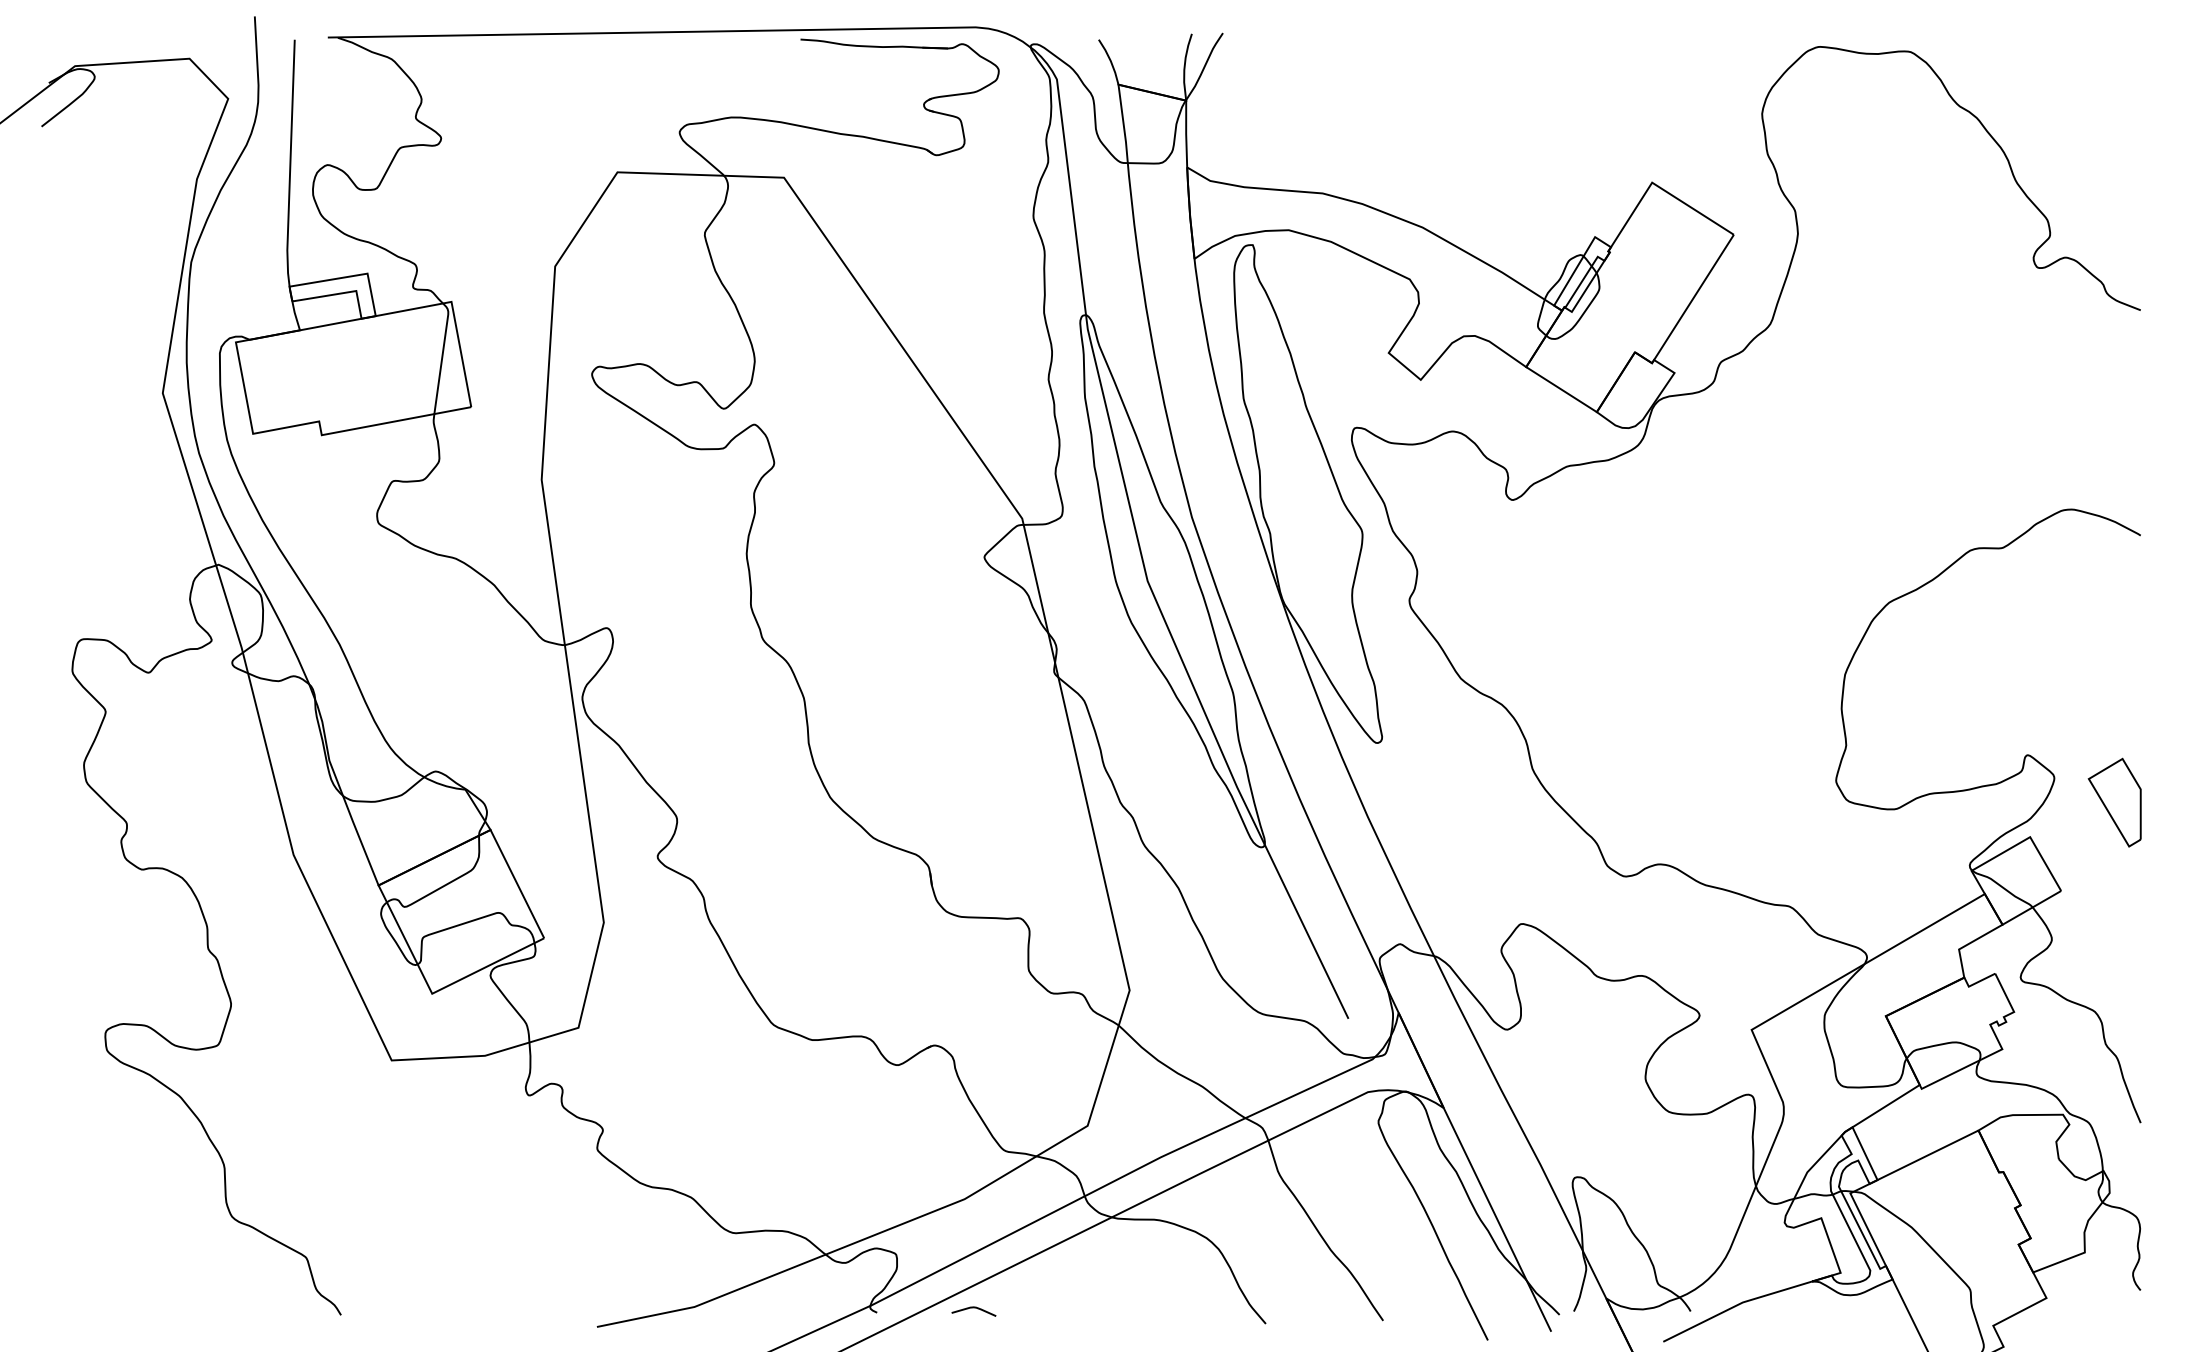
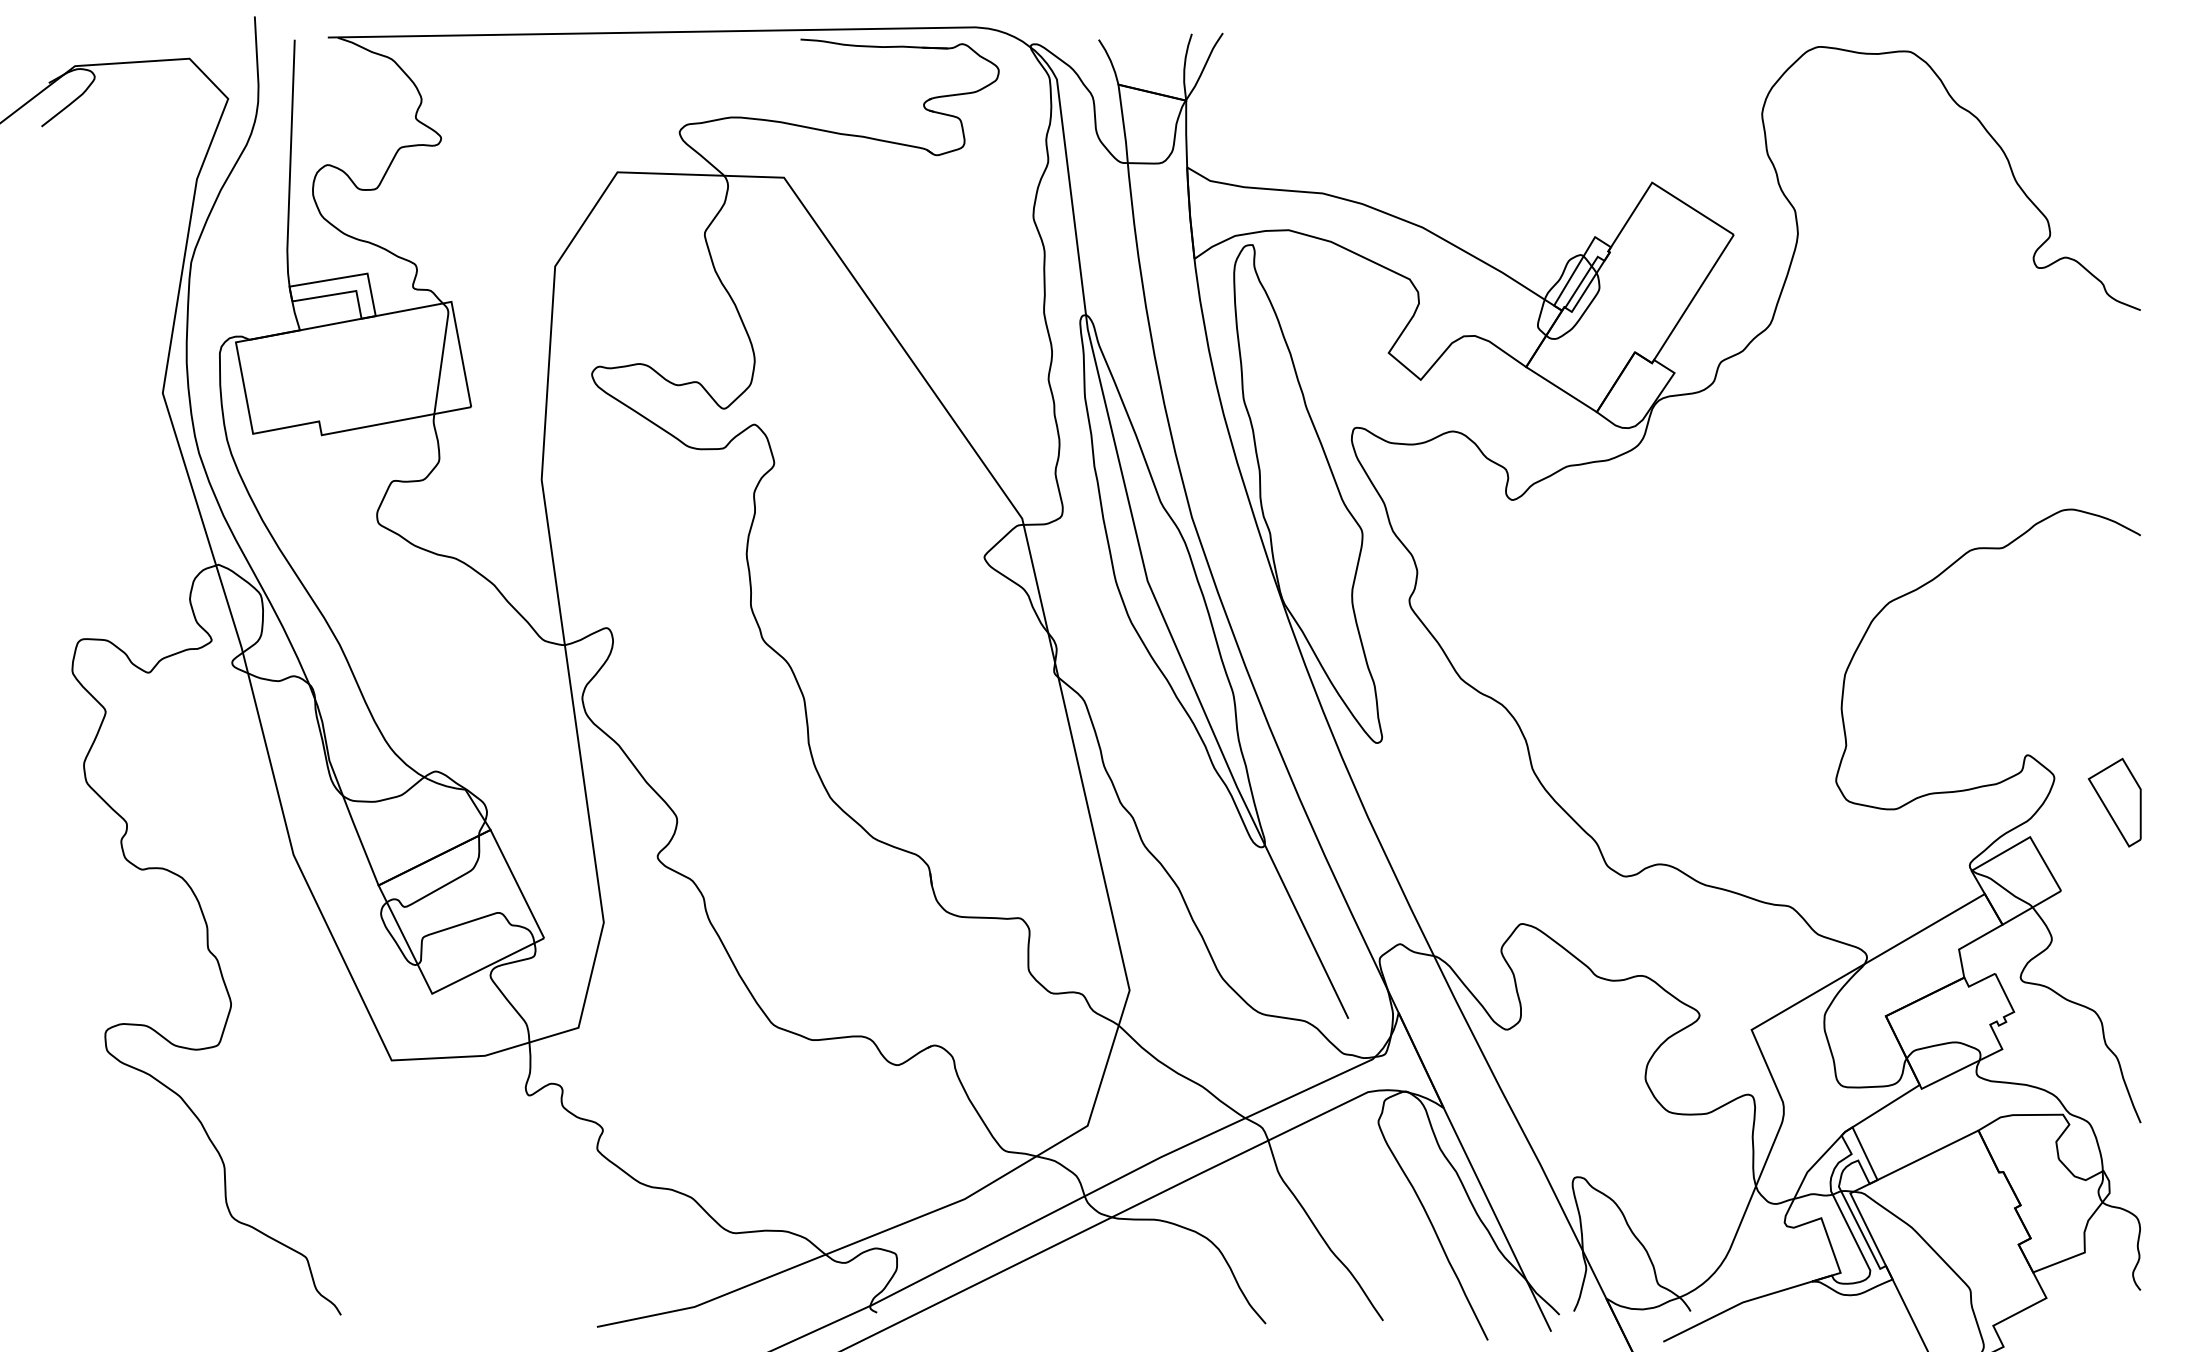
curve at (973, 1308): present -> none
